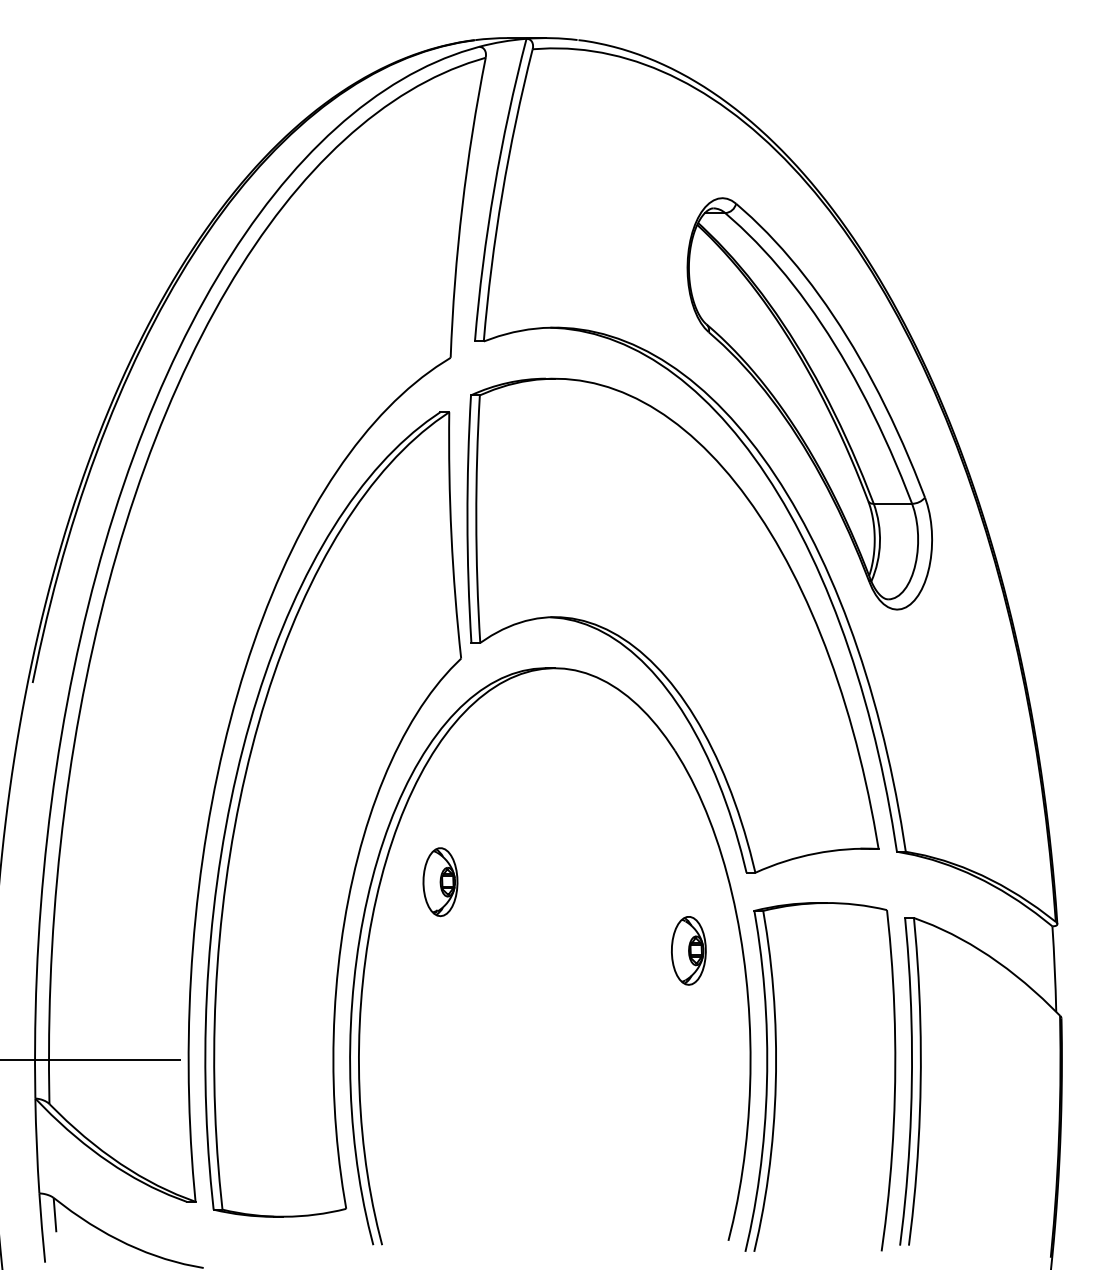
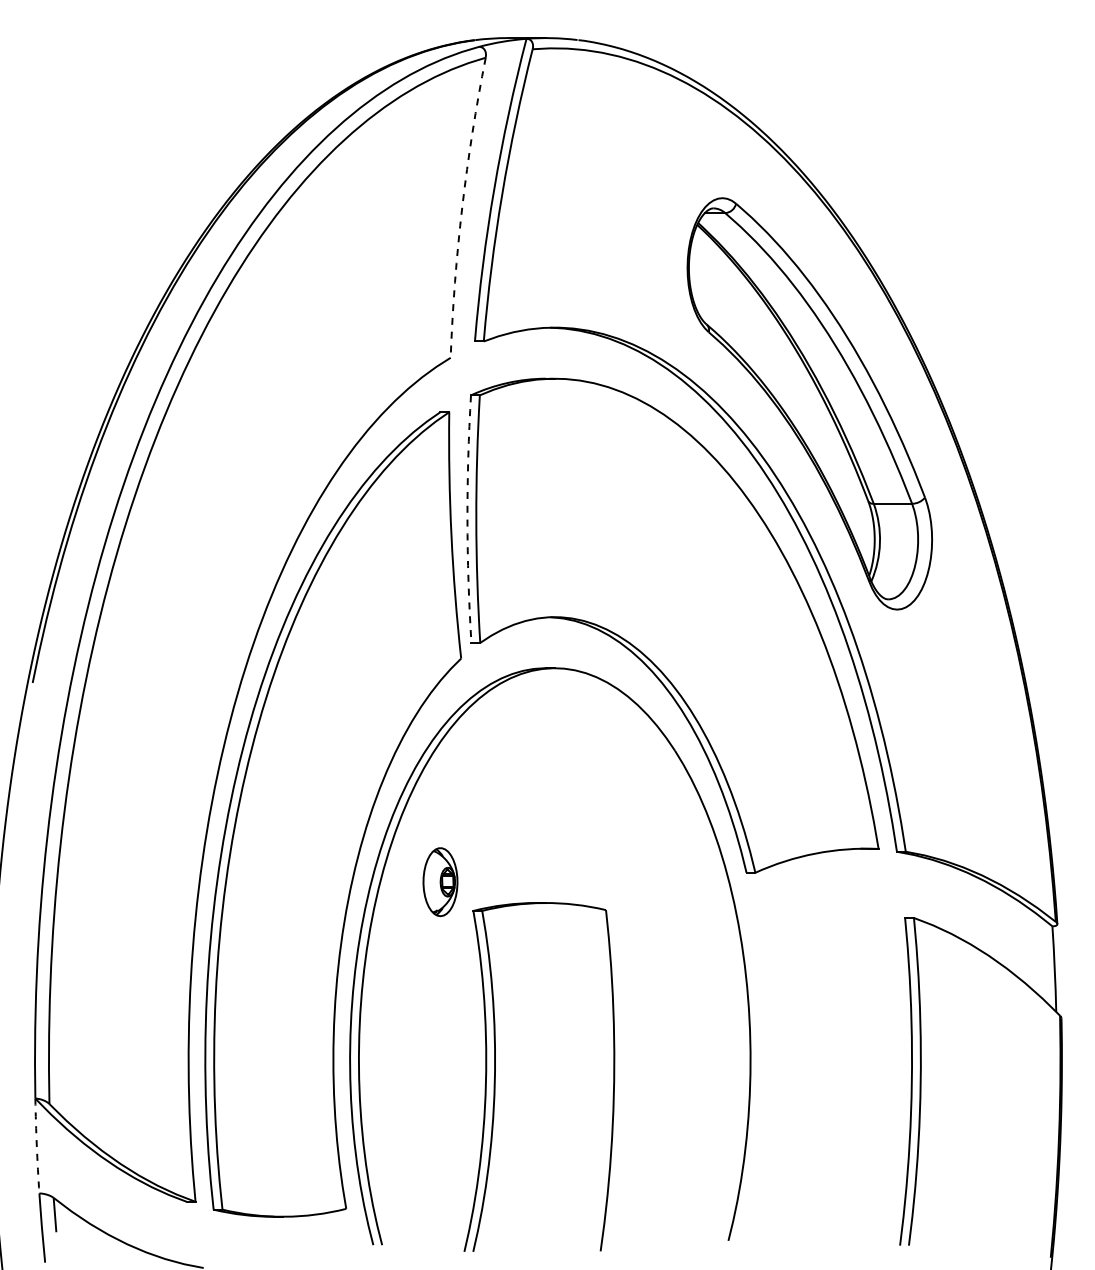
arc at (462, 207): solid -> dashed
arc at (467, 519): solid -> dashed
part at (688, 950): present -> none
line at (91, 1059): present -> none
part at (776, 1076) position: (776, 1076) -> (495, 1076)
arc at (36, 1146): solid -> dashed
